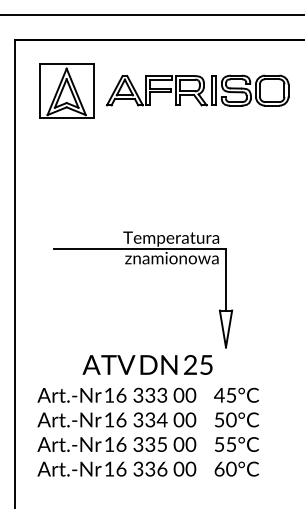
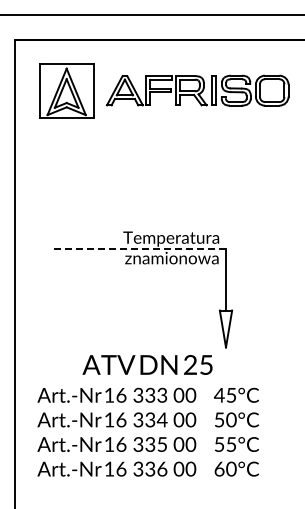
line at (140, 249): solid -> dashed
